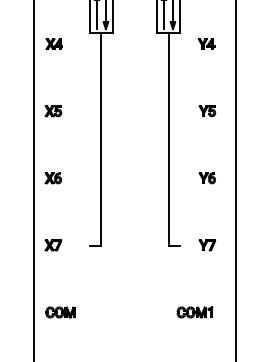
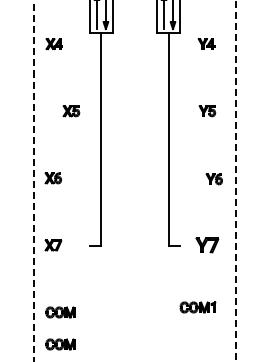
part at (53, 111) position: (53, 111) -> (71, 111)
part at (206, 178) position: (206, 178) -> (213, 179)
line at (34, 180): solid -> dashed
line at (235, 181): solid -> dashed
part at (207, 245) size: 19x13 px -> 25x17 px
part at (194, 312) position: (194, 312) -> (197, 307)
part at (60, 344): none -> present
